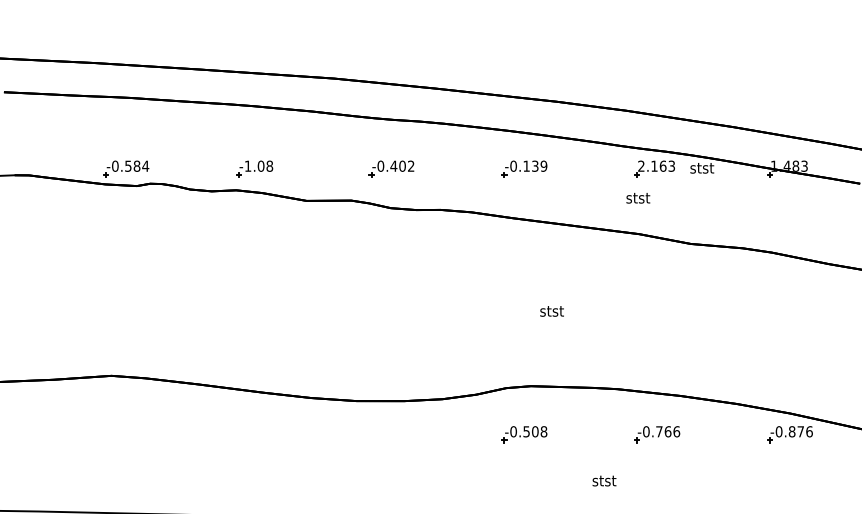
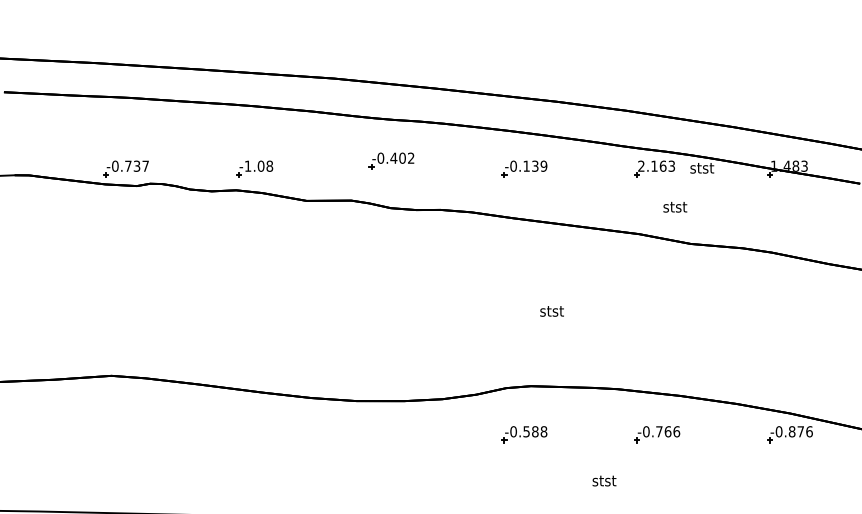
text at (137, 165): -0.584 -> -0.737
part at (391, 168) position: (391, 168) -> (391, 160)
text at (638, 198) position: (638, 198) -> (675, 207)
text at (535, 431): -0.508 -> -0.588
